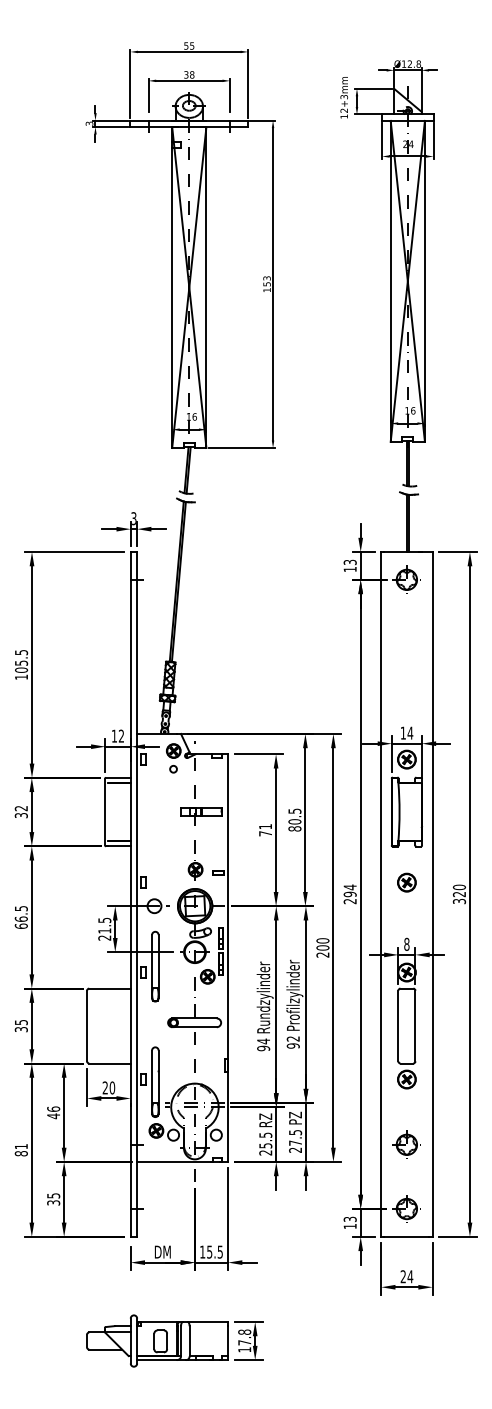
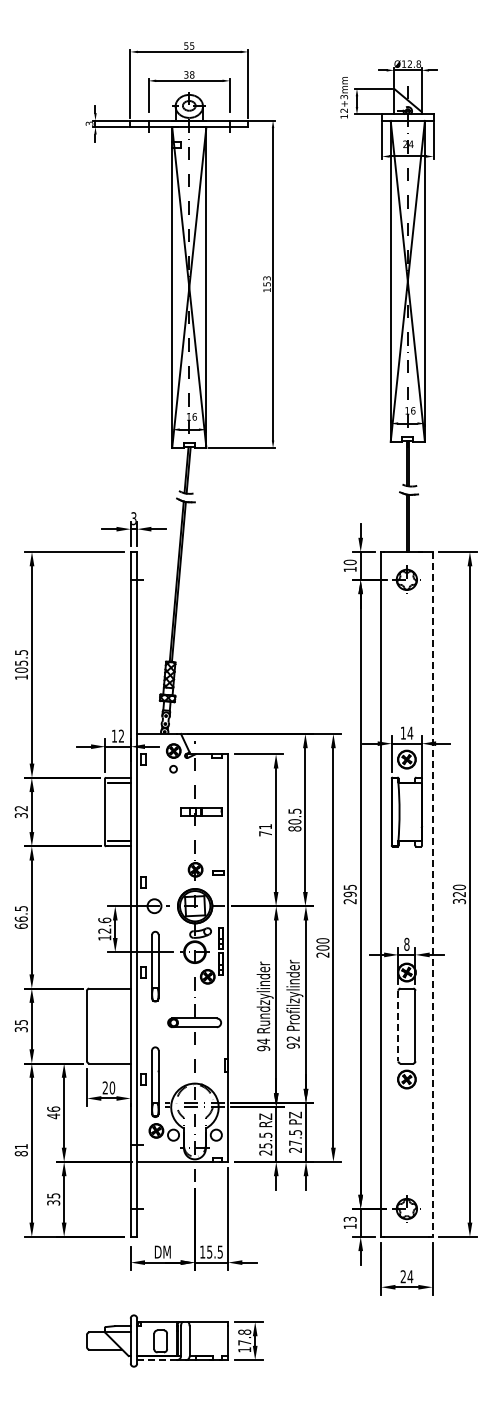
text at (349, 562): 13 -> 10
part at (406, 882): present -> none
text at (349, 887): 294 -> 295
line at (432, 894): solid -> dashed
text at (104, 928): 21.5 -> 12.6
line at (398, 1026): solid -> dashed
part at (406, 1144): present -> none
line at (157, 1360): solid -> dashed
